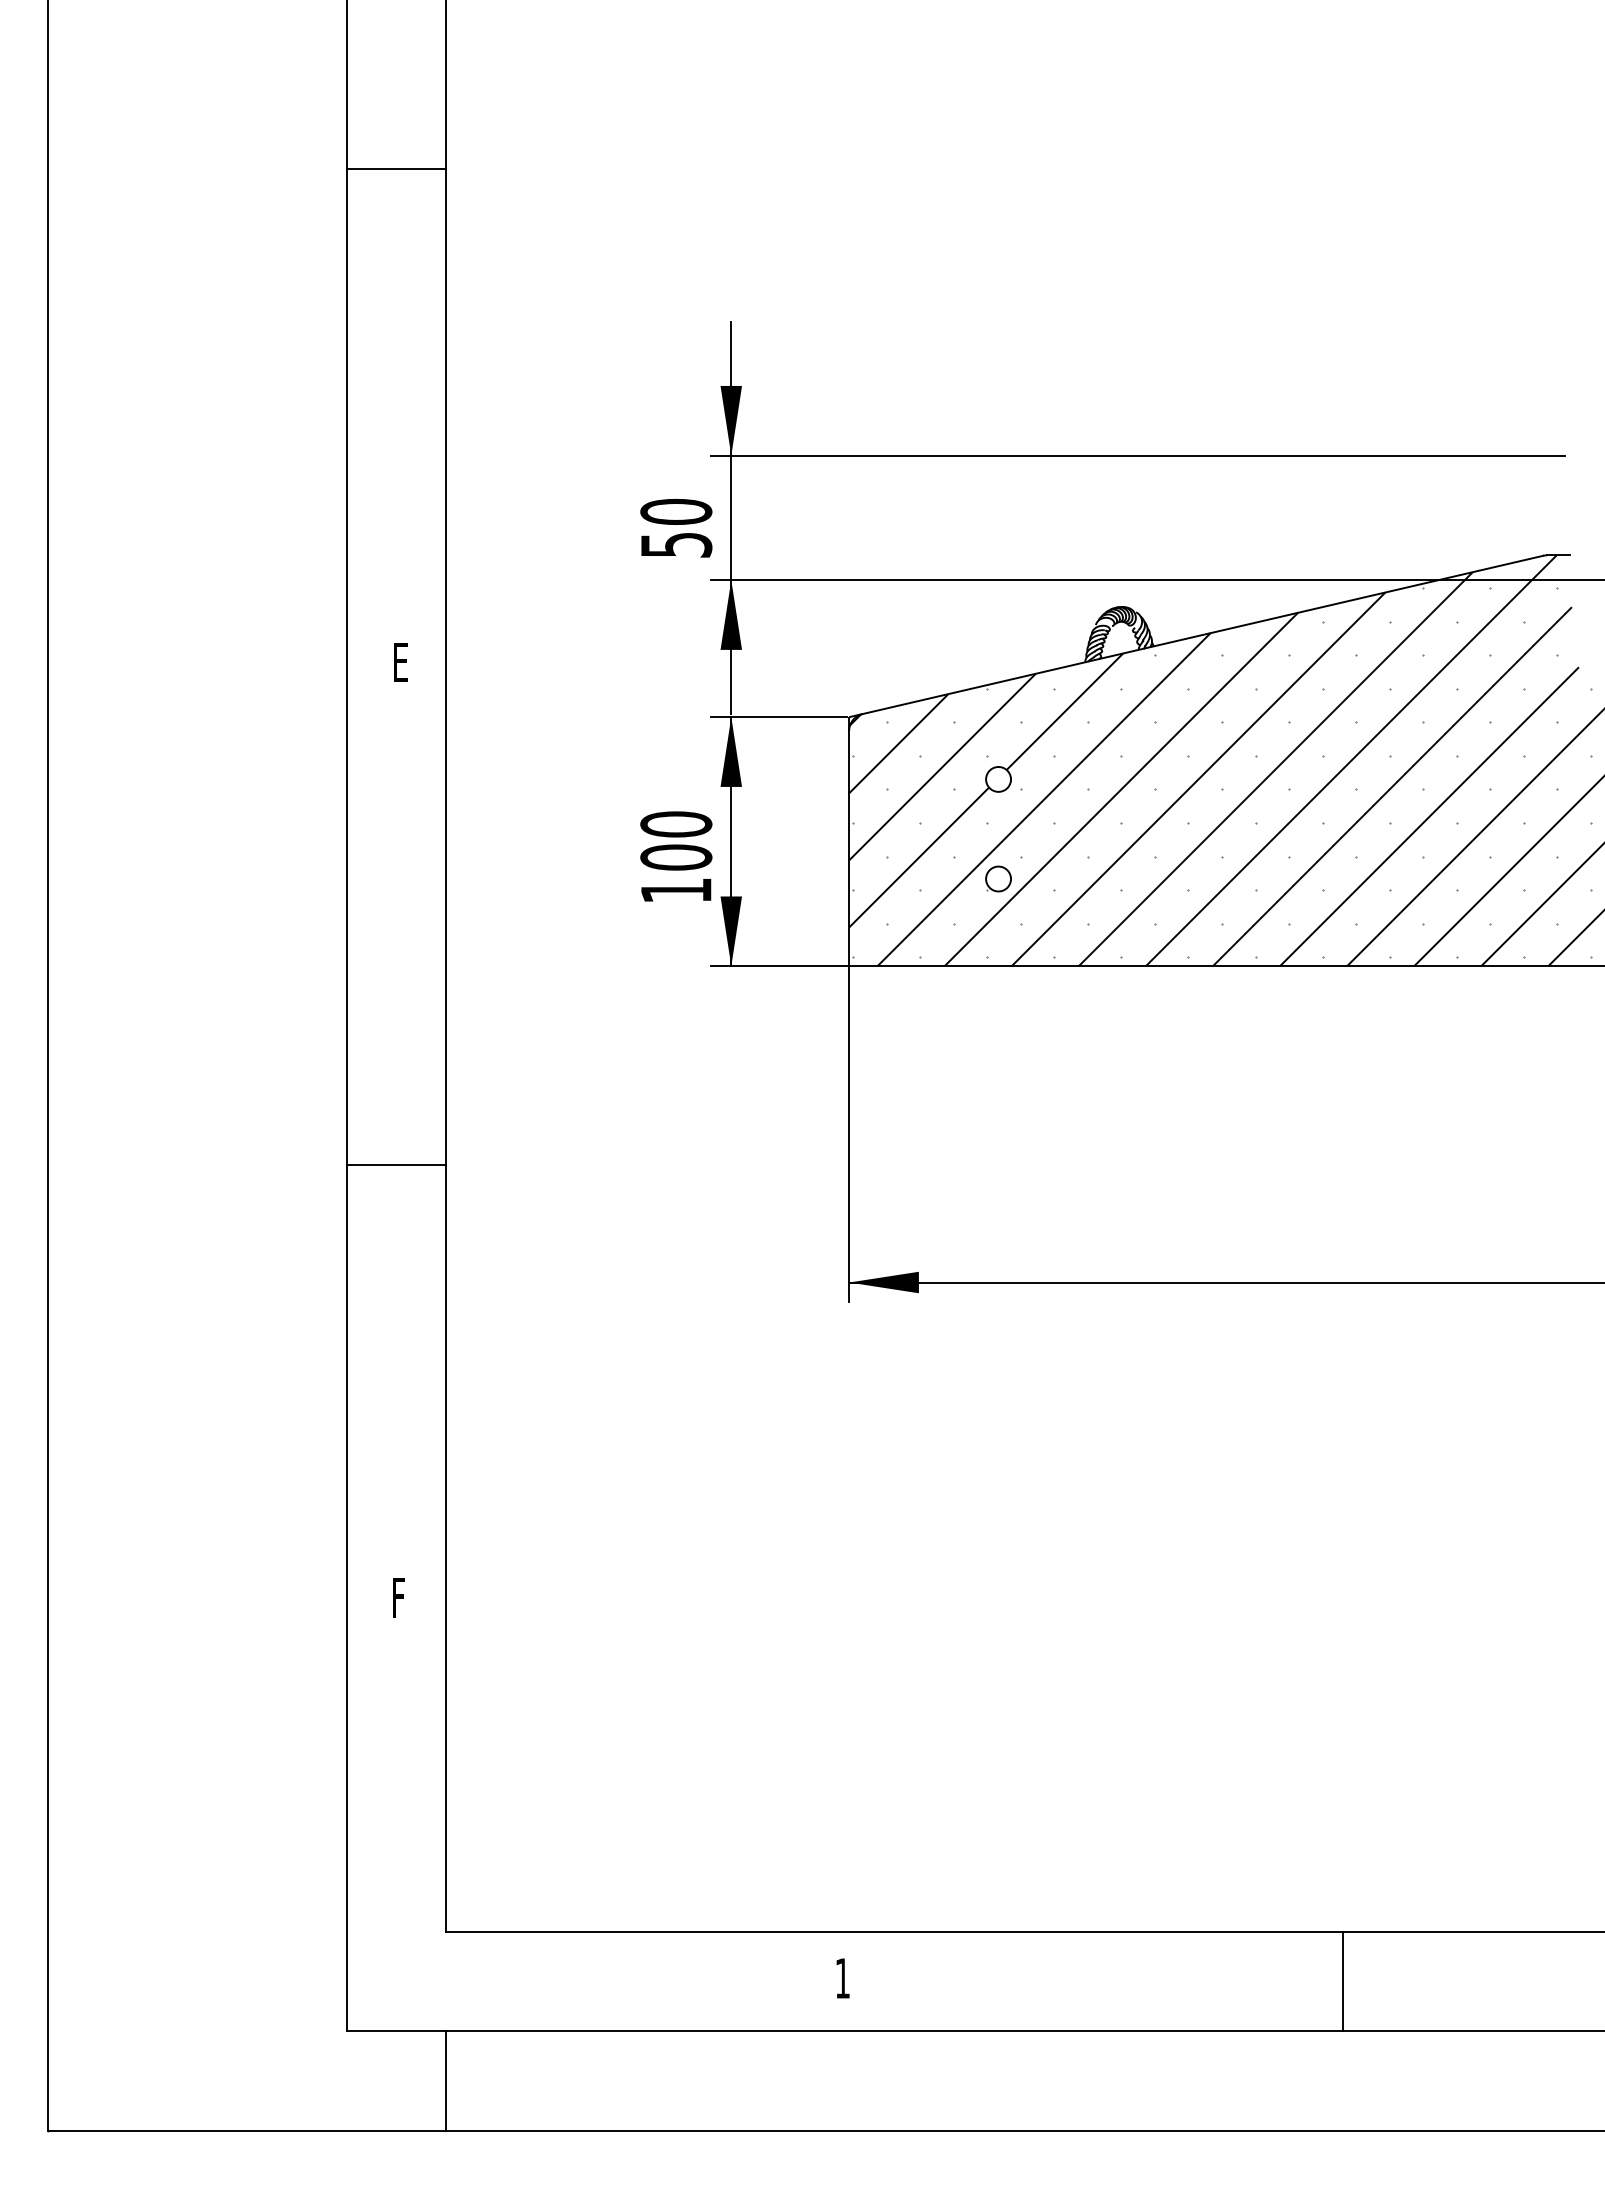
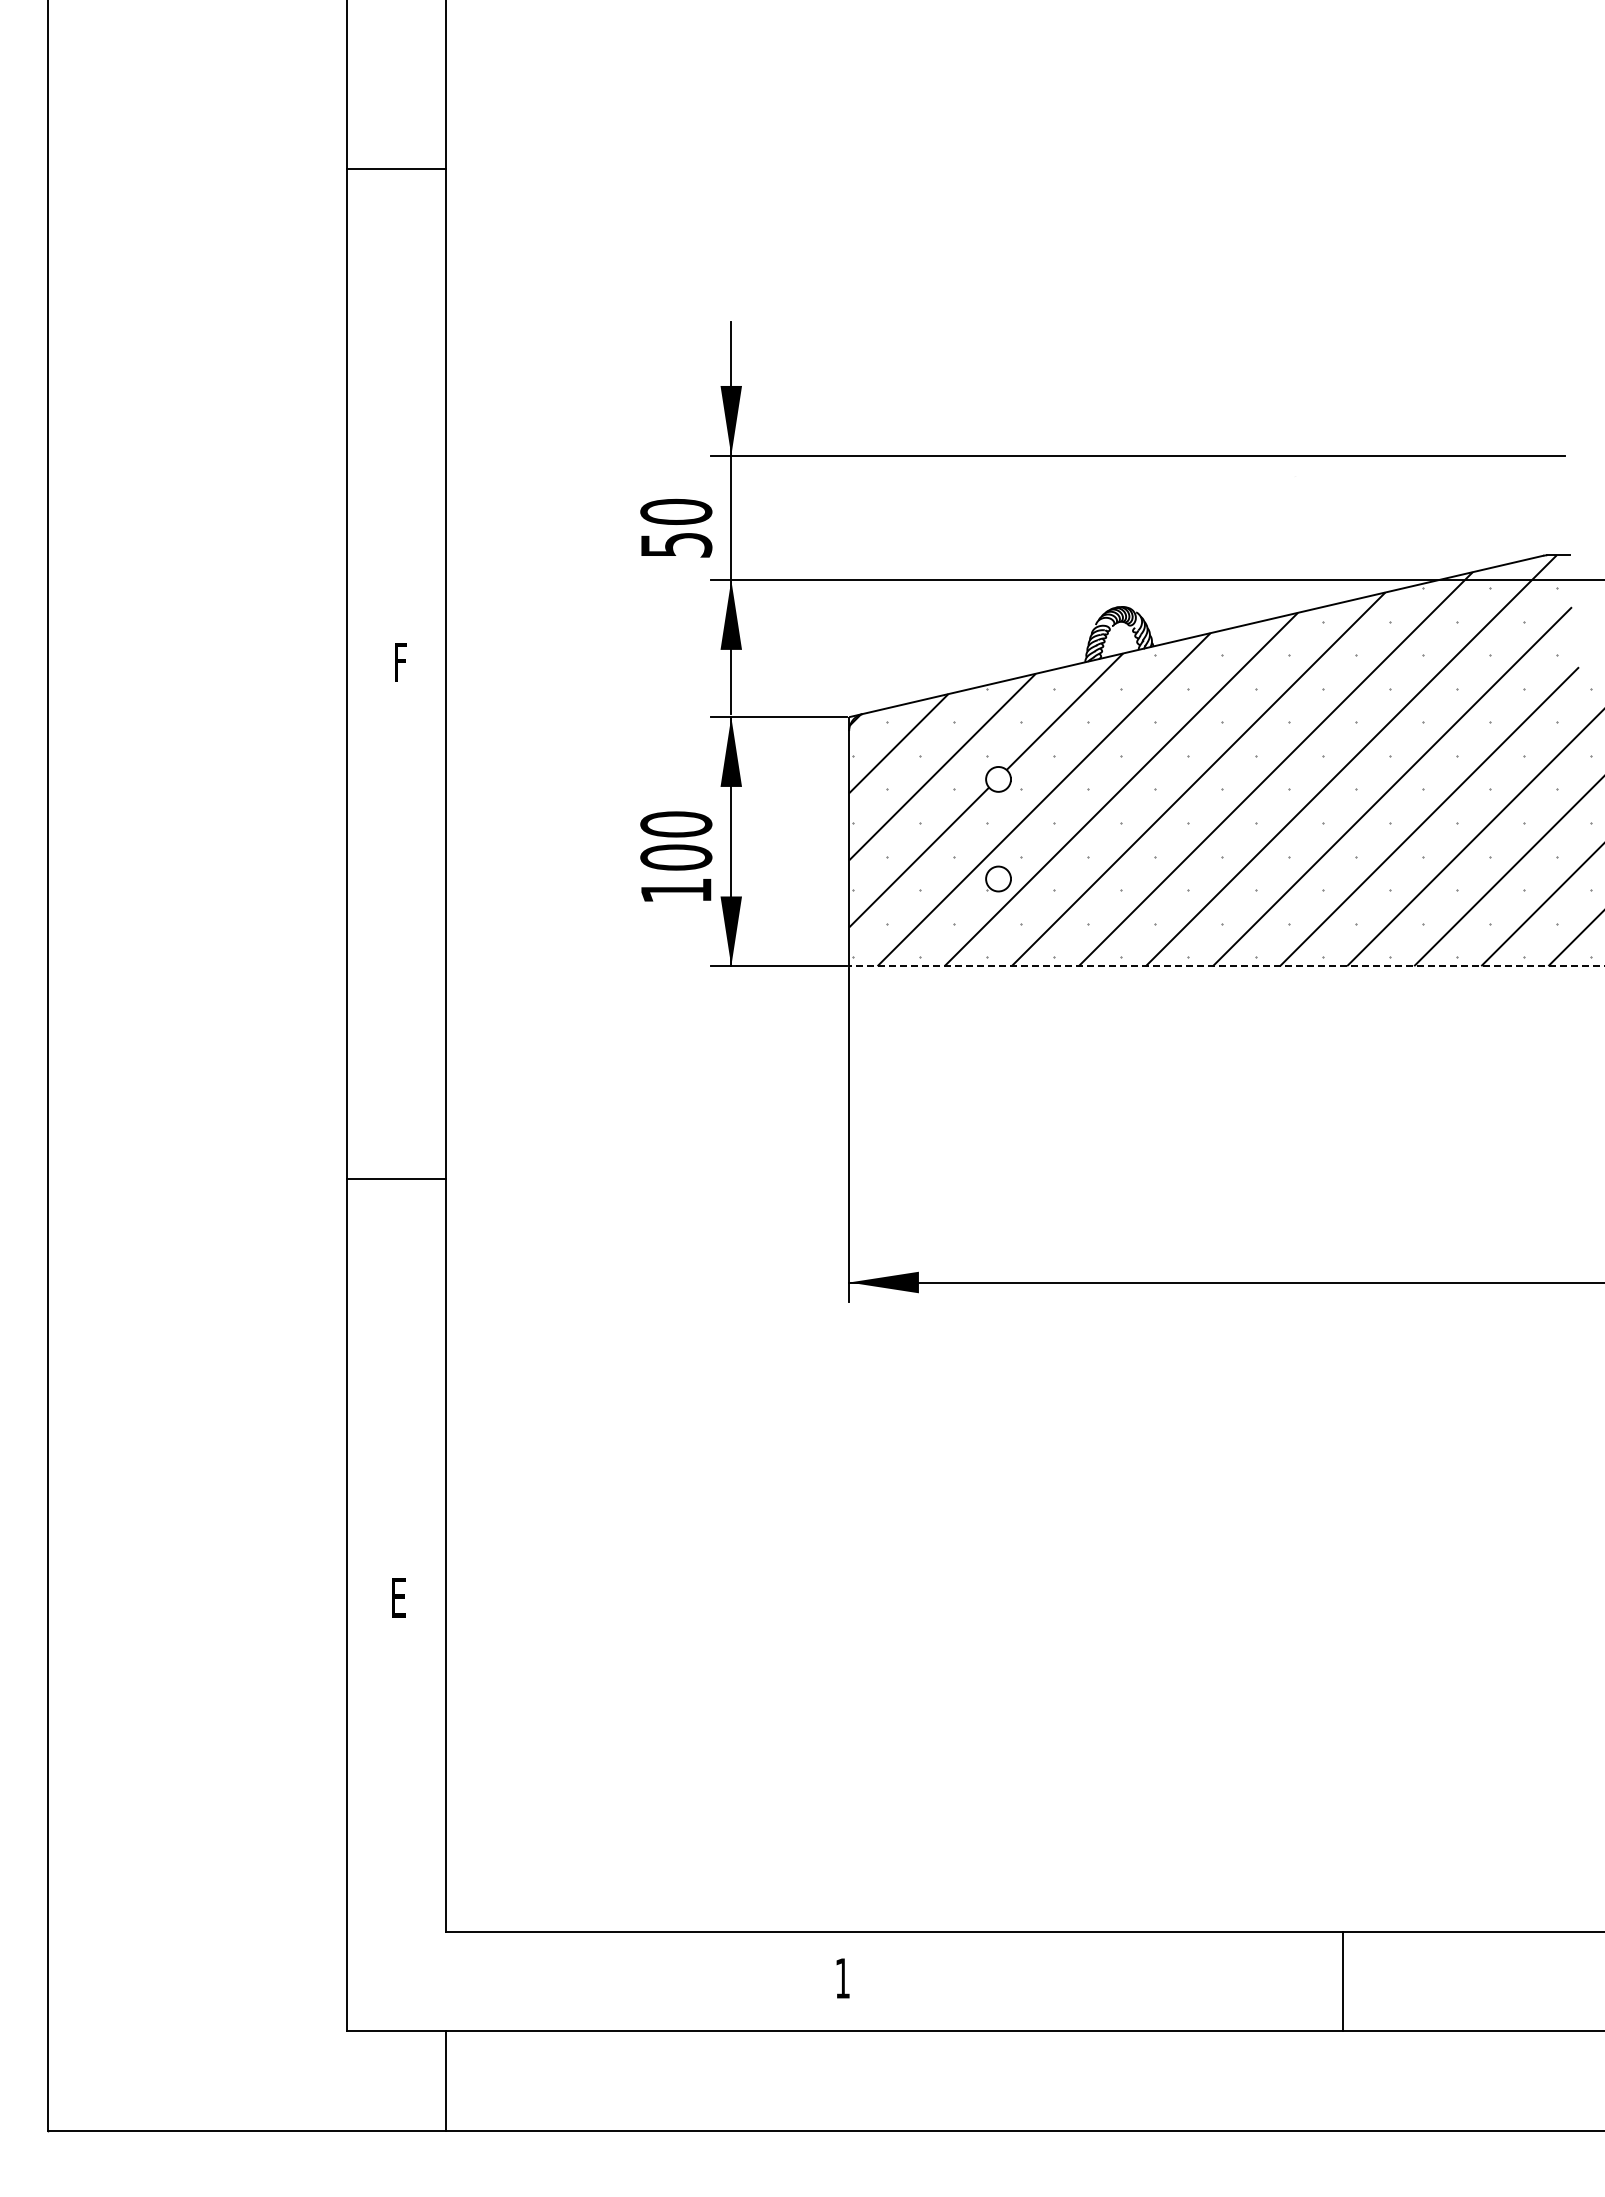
text at (400, 662): E -> F
line at (1226, 966): solid -> dashed
line at (396, 1165) position: (396, 1165) -> (396, 1179)
text at (398, 1597): F -> E
